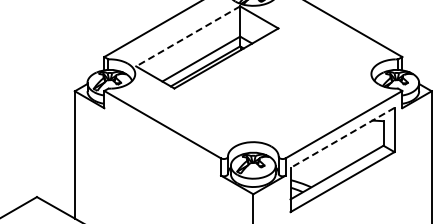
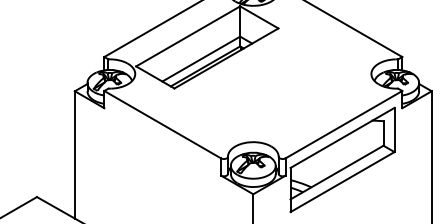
line at (187, 36): dashed -> solid
line at (342, 138): dashed -> solid
